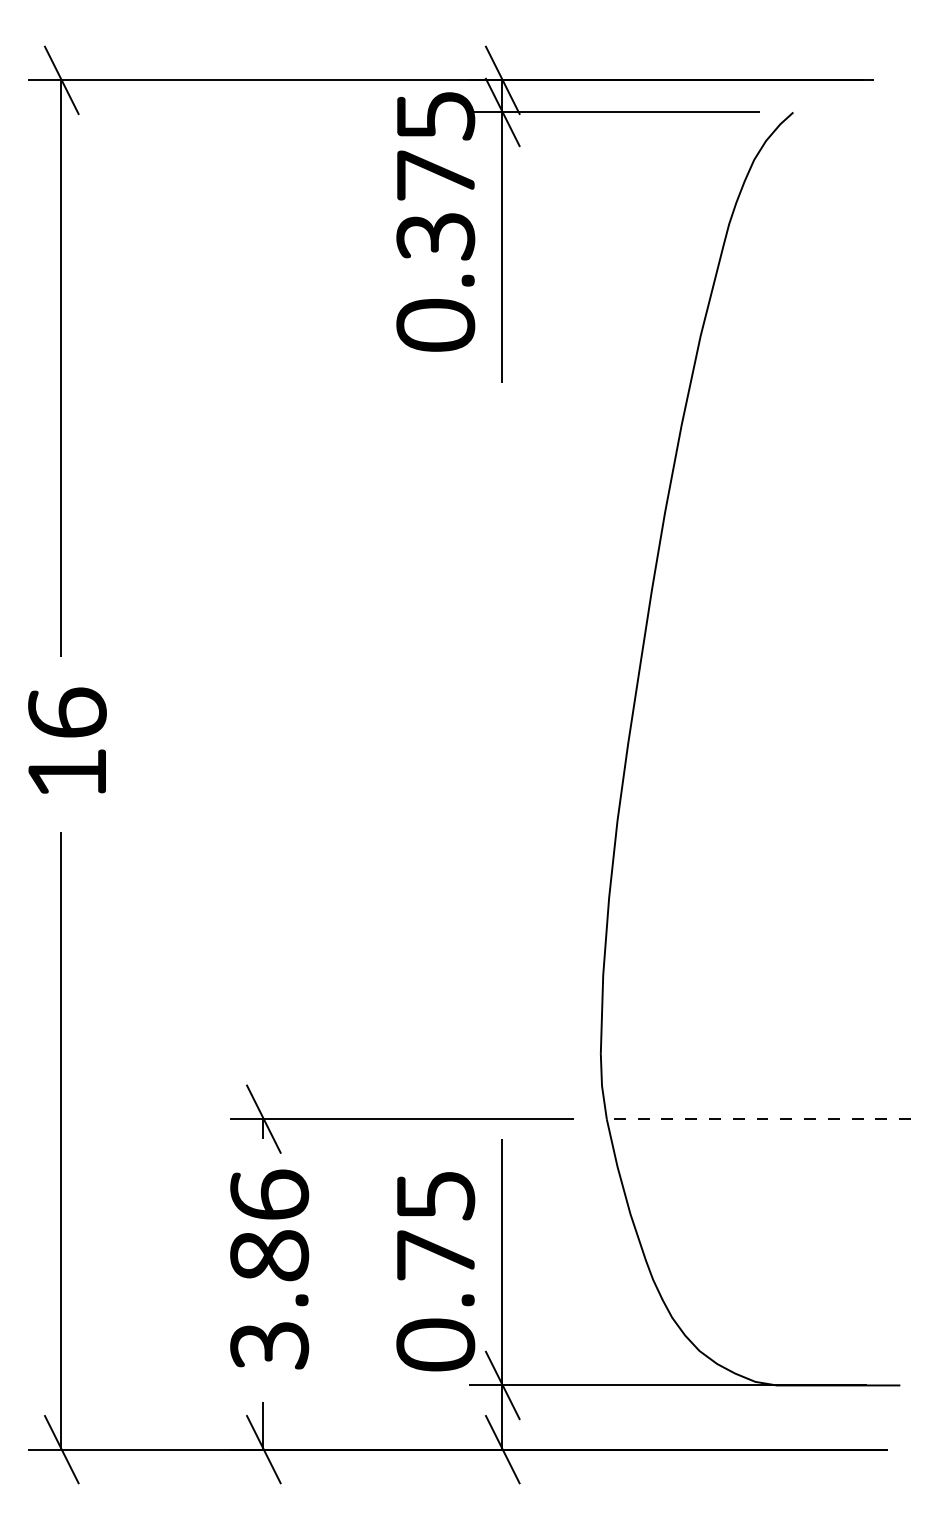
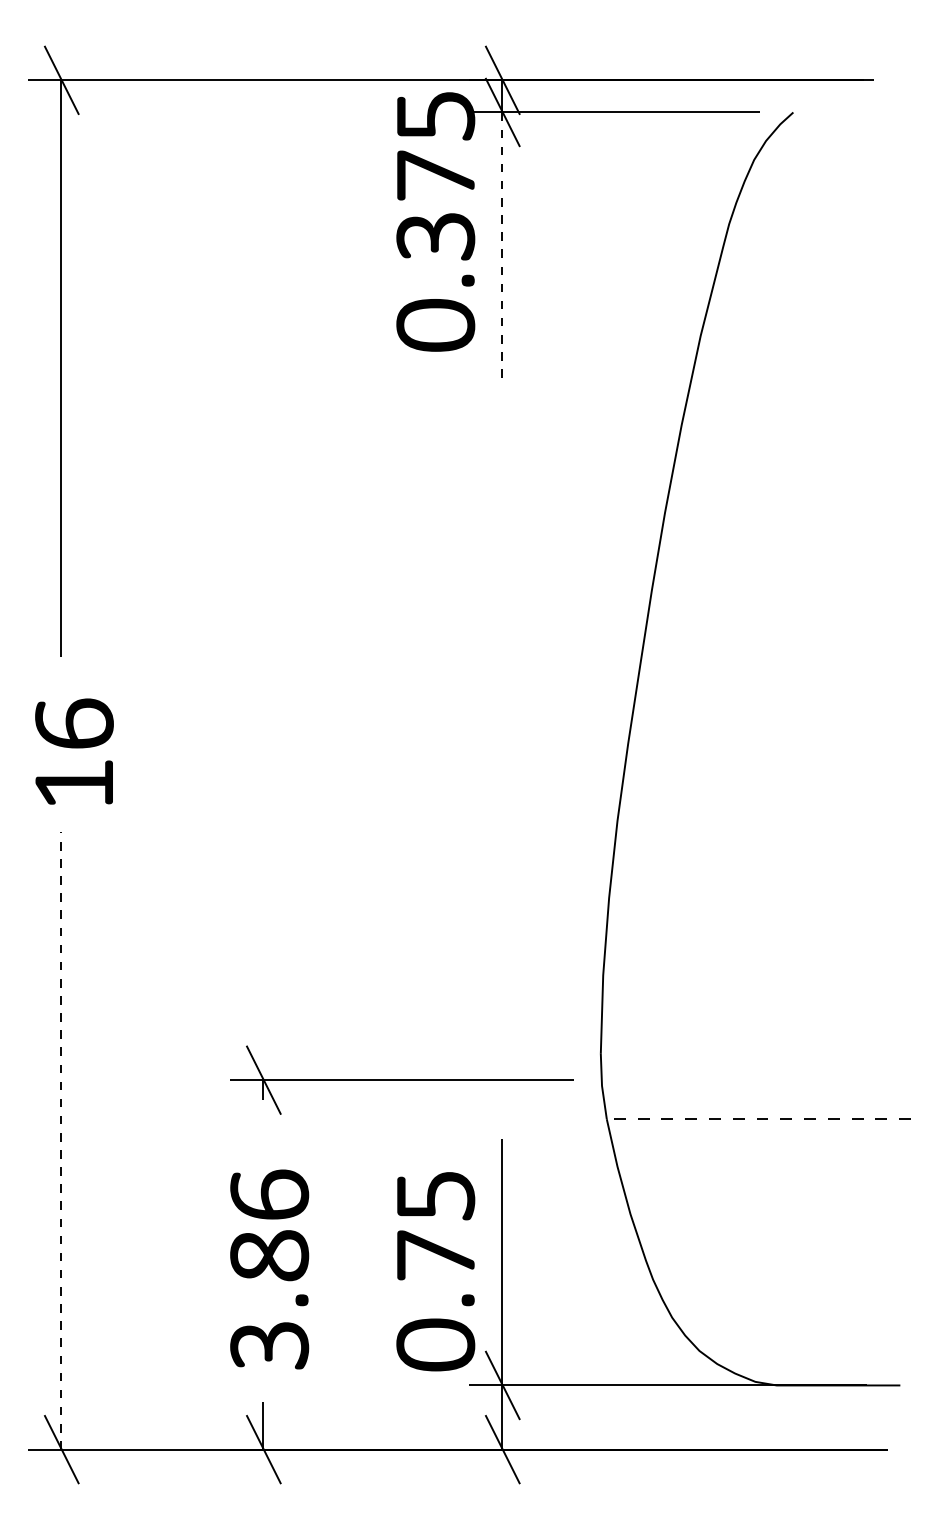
line at (502, 247): solid -> dashed
part at (67, 740) position: (67, 740) -> (74, 751)
part at (401, 1118) position: (401, 1118) -> (401, 1079)
line at (61, 1140): solid -> dashed
